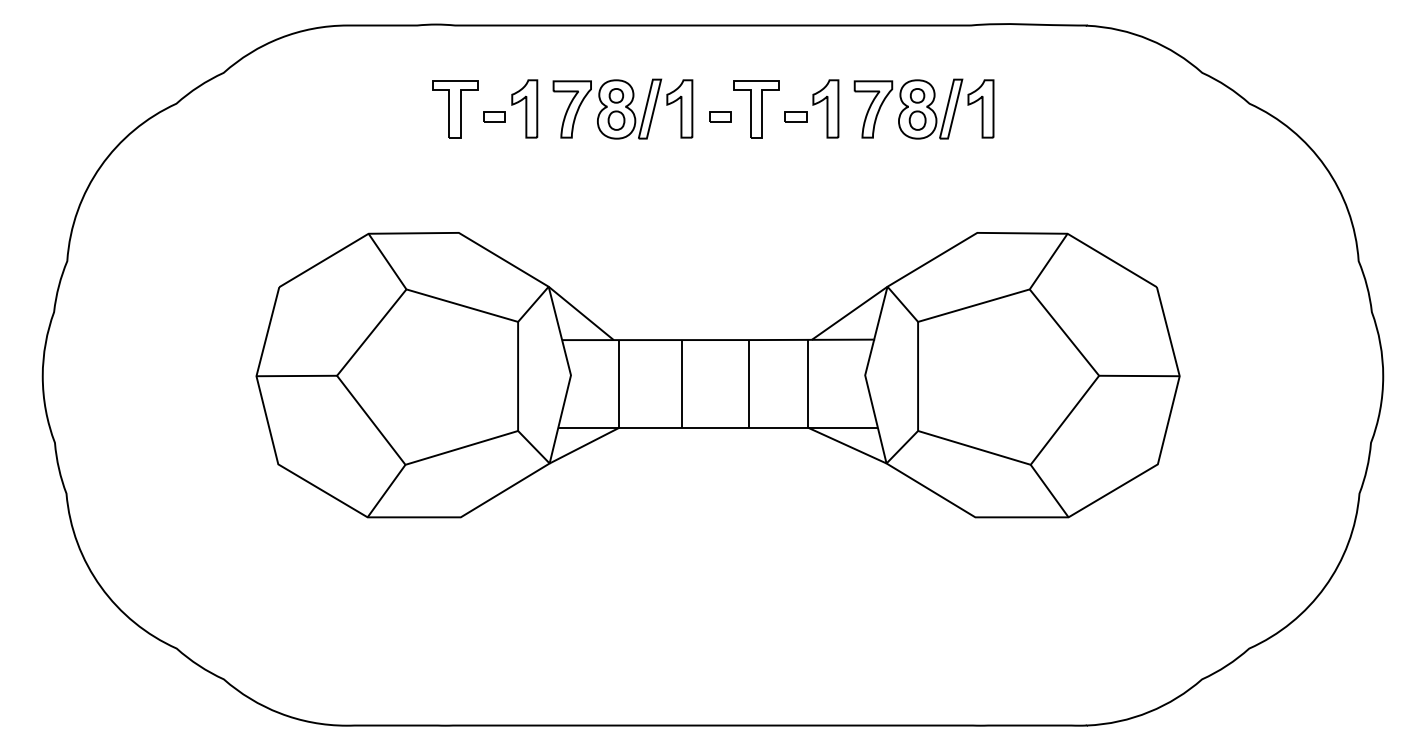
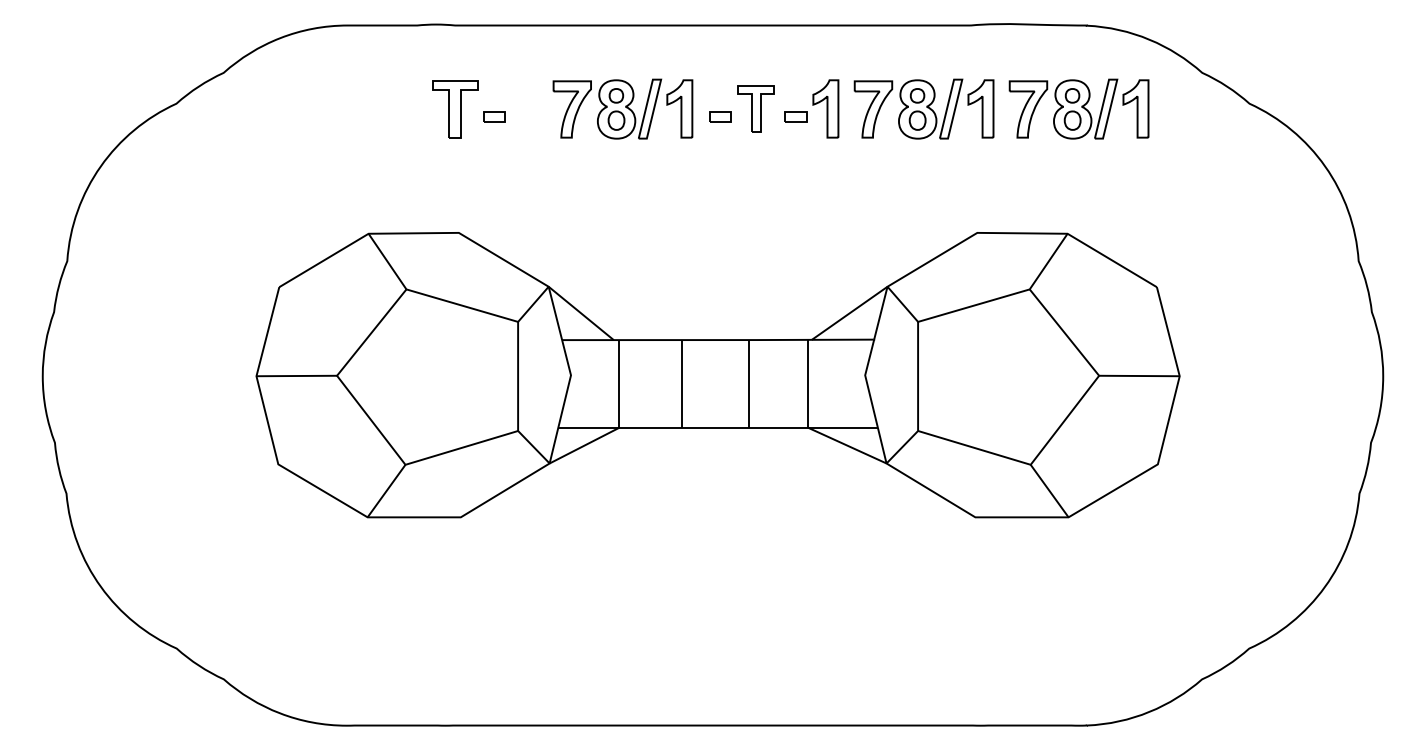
part at (524, 108): present -> none
part at (1078, 108): none -> present
part at (756, 109) size: 47x59 px -> 38x48 px
